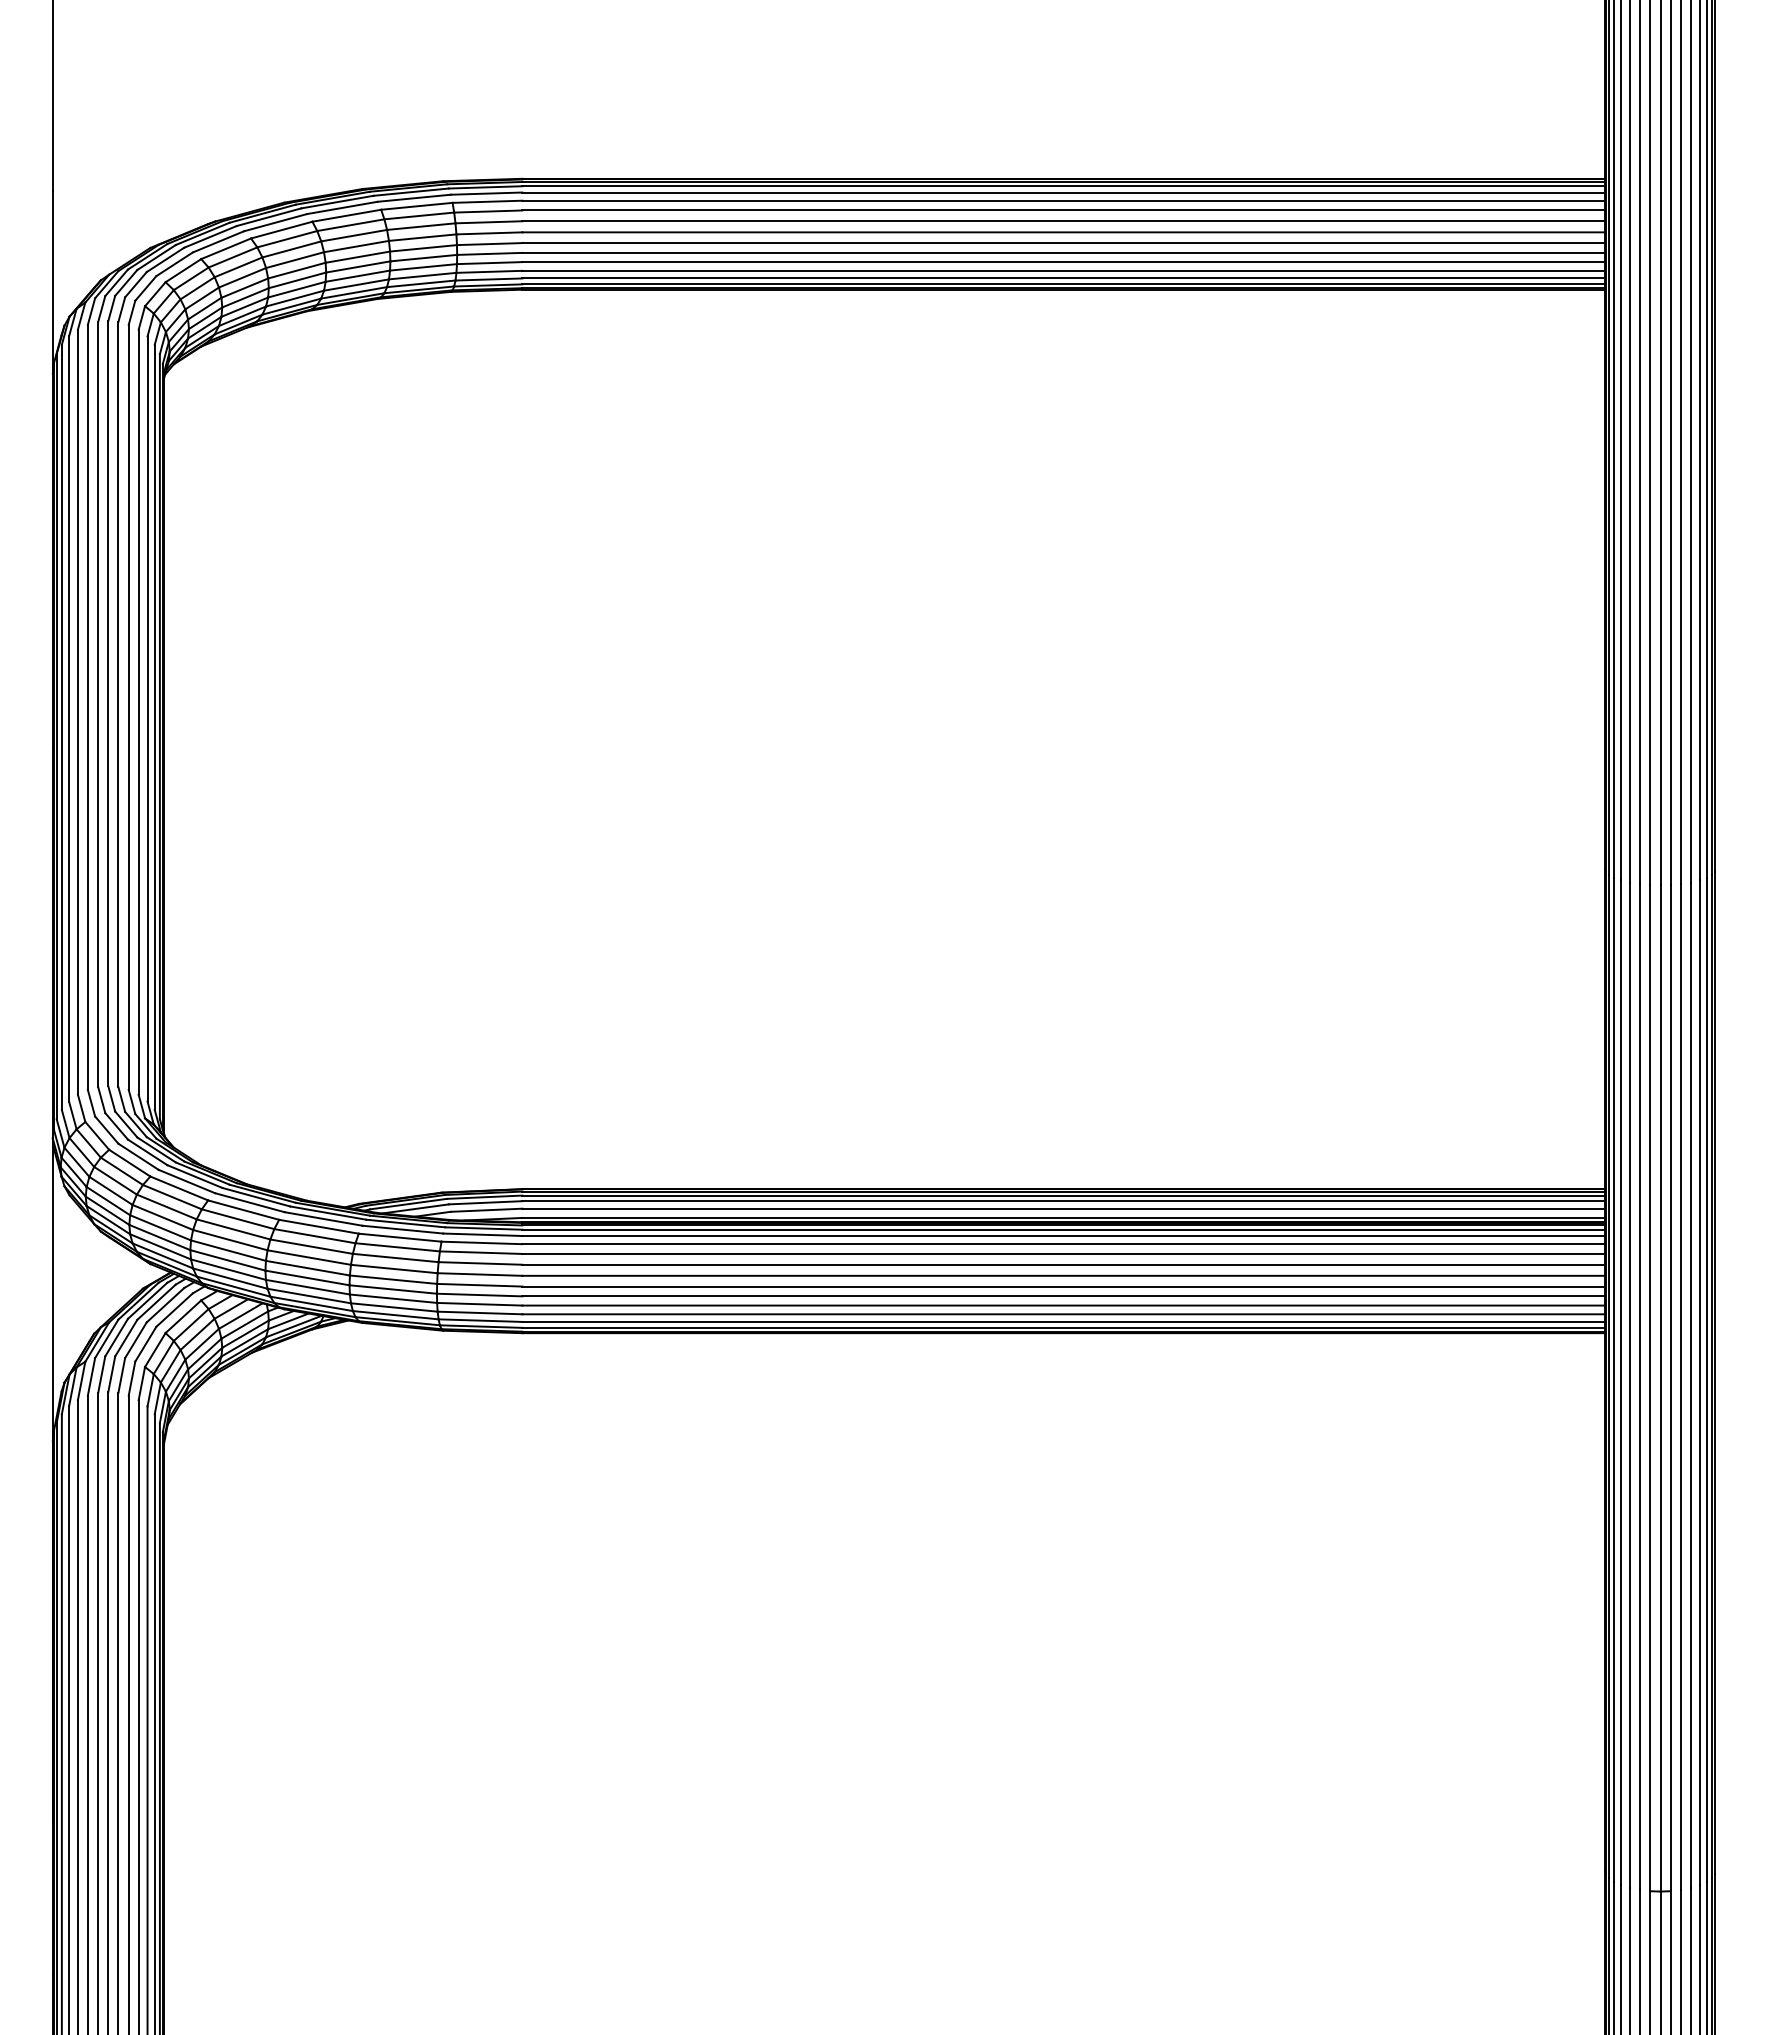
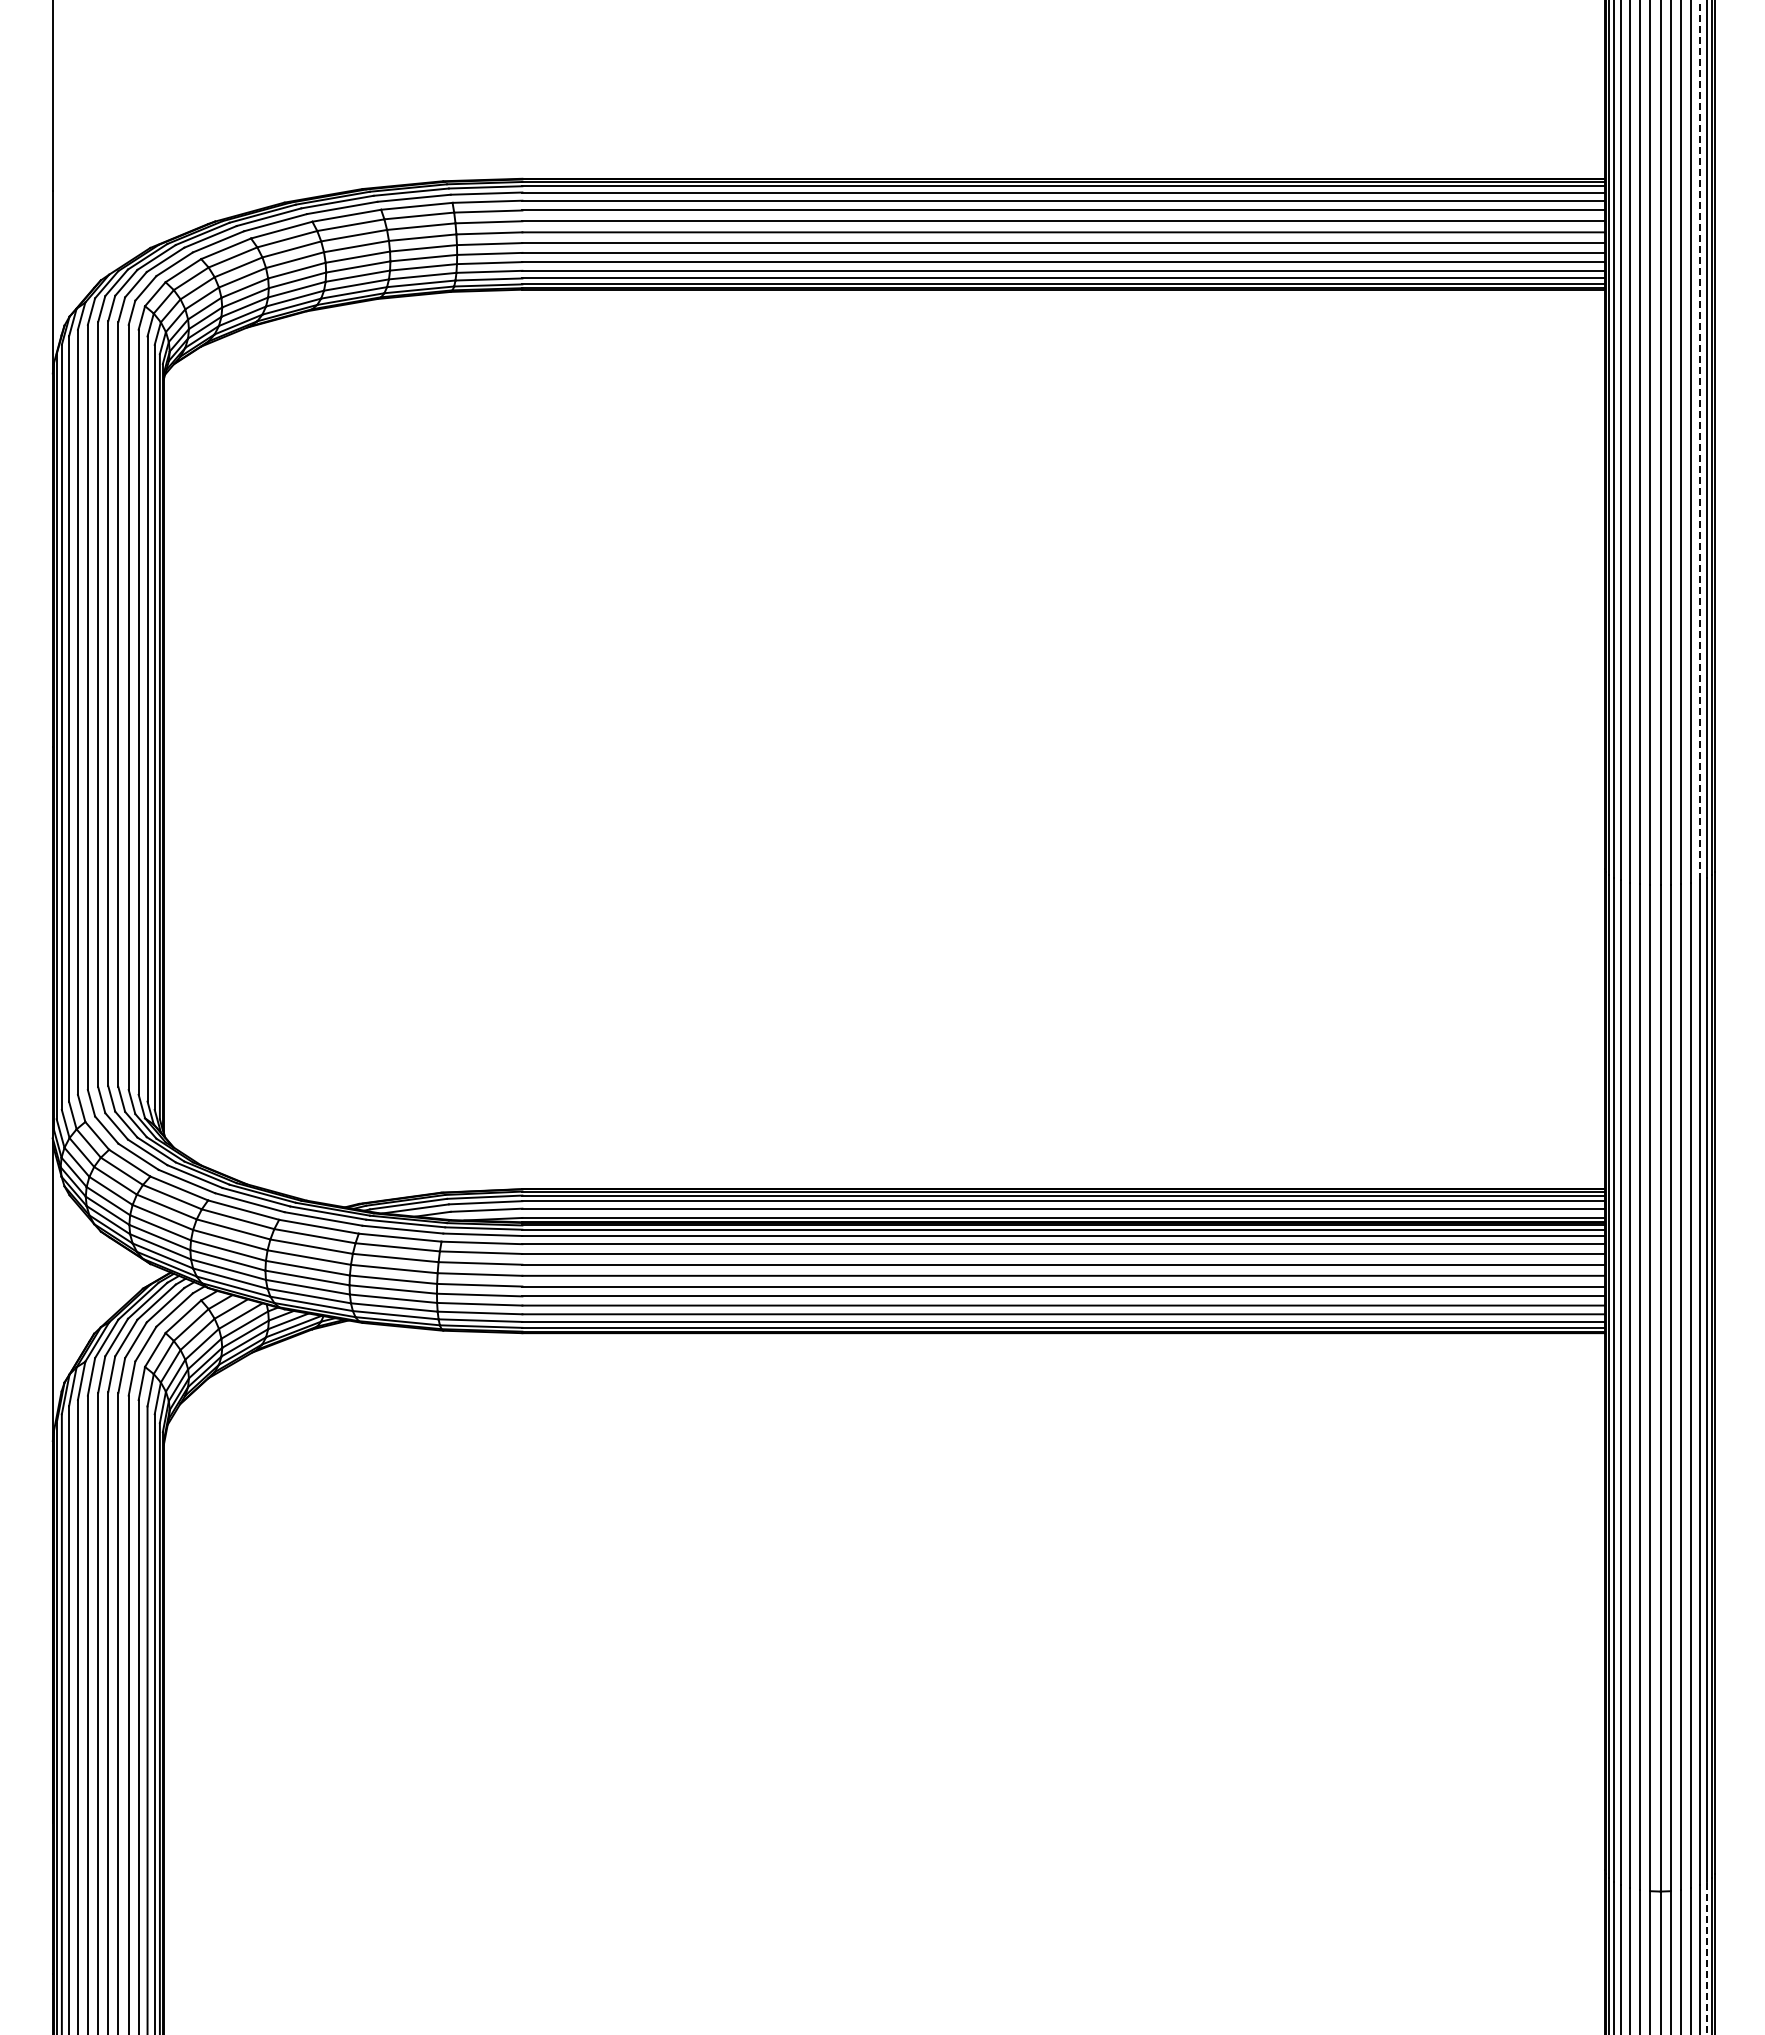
line at (1699, 440): solid -> dashed
line at (1707, 1957): solid -> dashed
